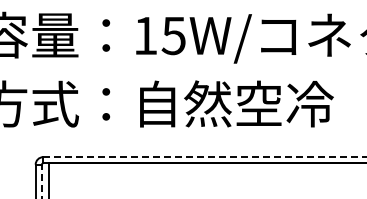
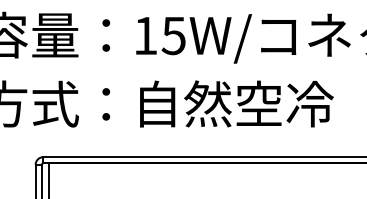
line at (205, 157): dashed -> solid
line at (41, 181): dashed -> solid
